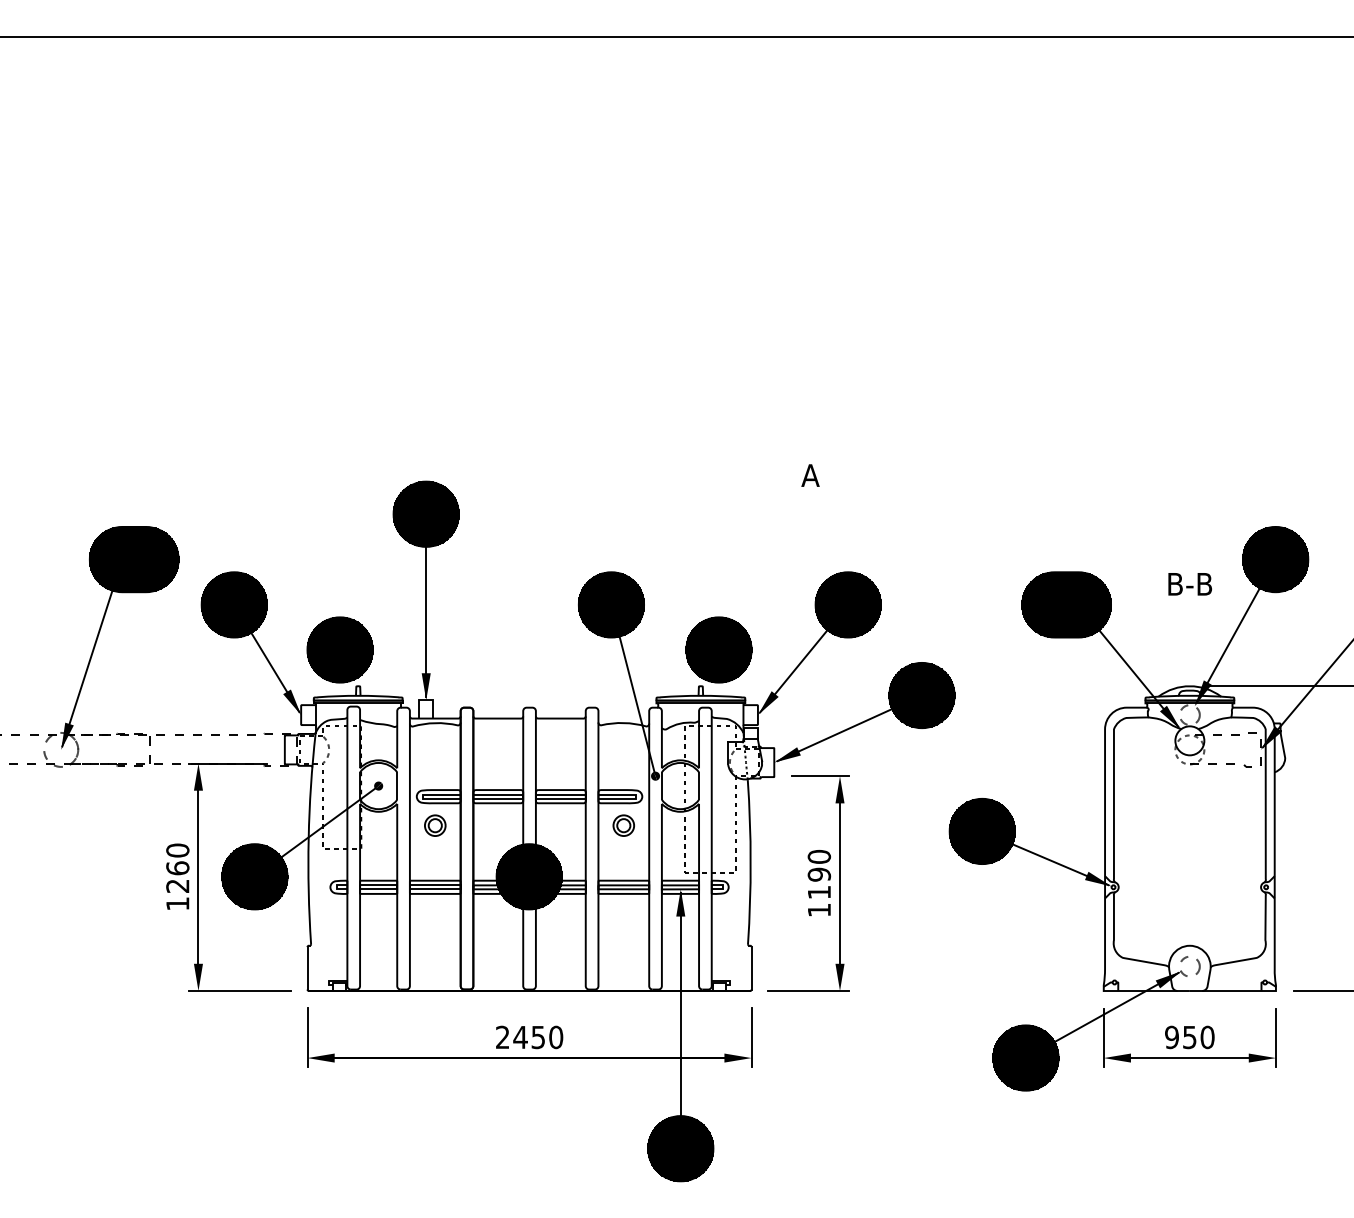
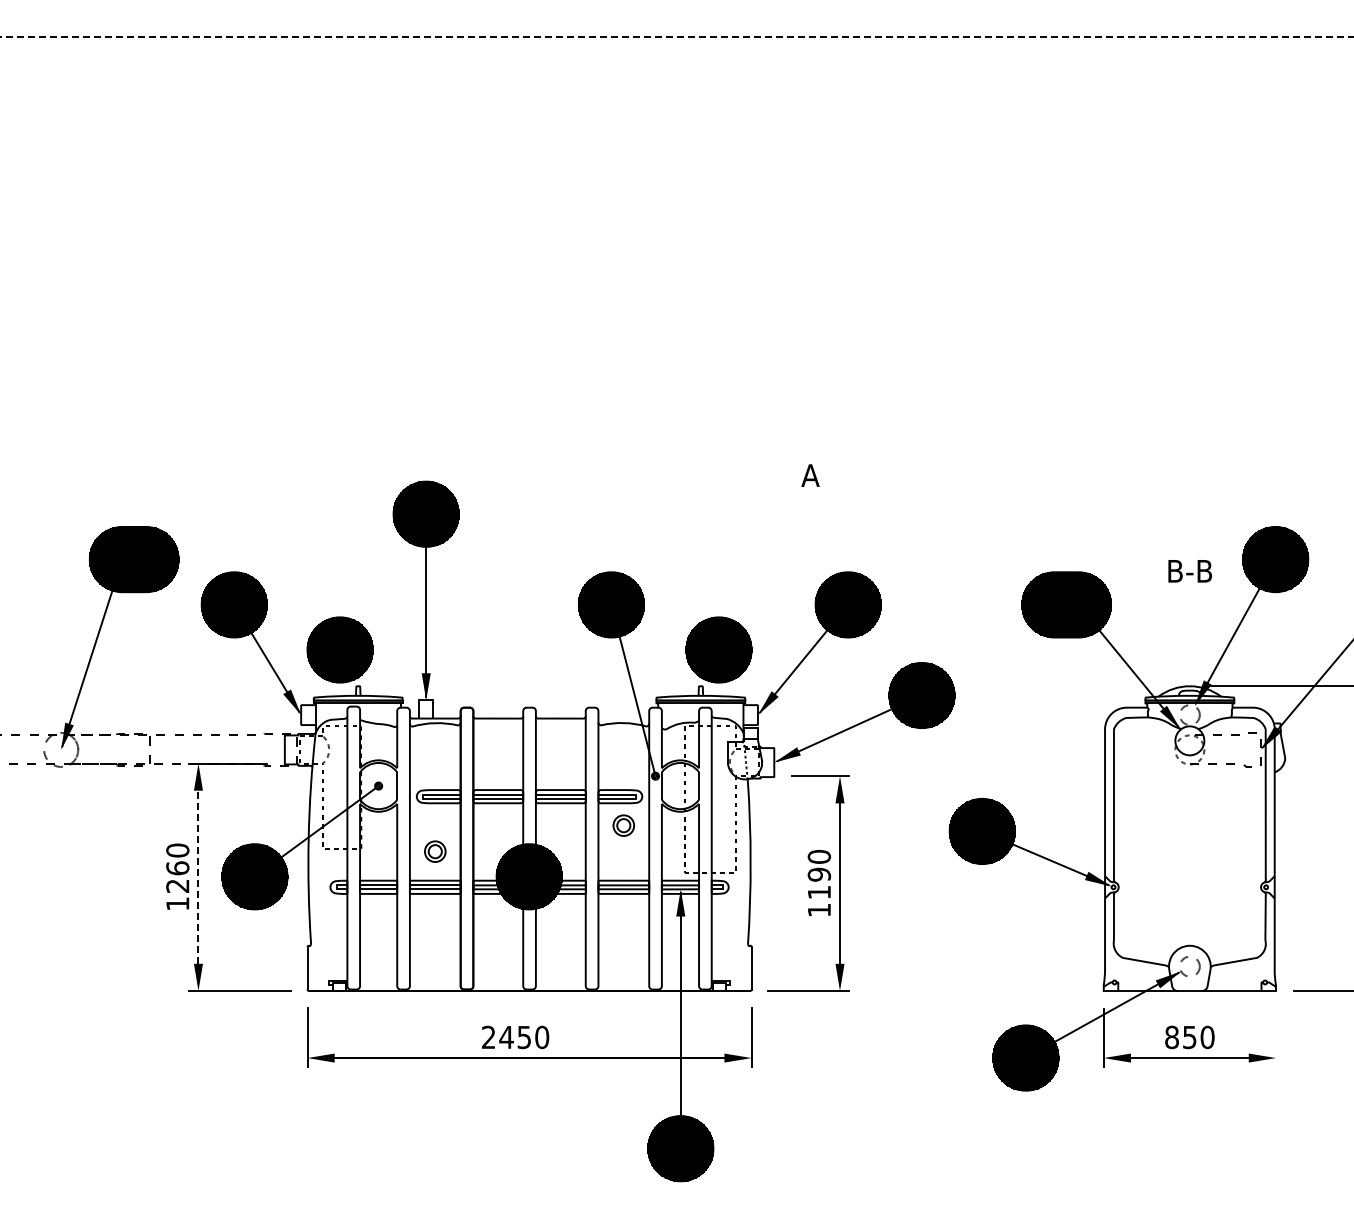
line at (677, 36): solid -> dashed
text at (1189, 584) position: (1189, 584) -> (1189, 571)
part at (435, 825) position: (435, 825) -> (435, 851)
line at (198, 877): solid -> dashed
text at (529, 1037) position: (529, 1037) -> (515, 1037)
text at (1171, 1037): 950 -> 850
line at (1275, 1038): present -> none
